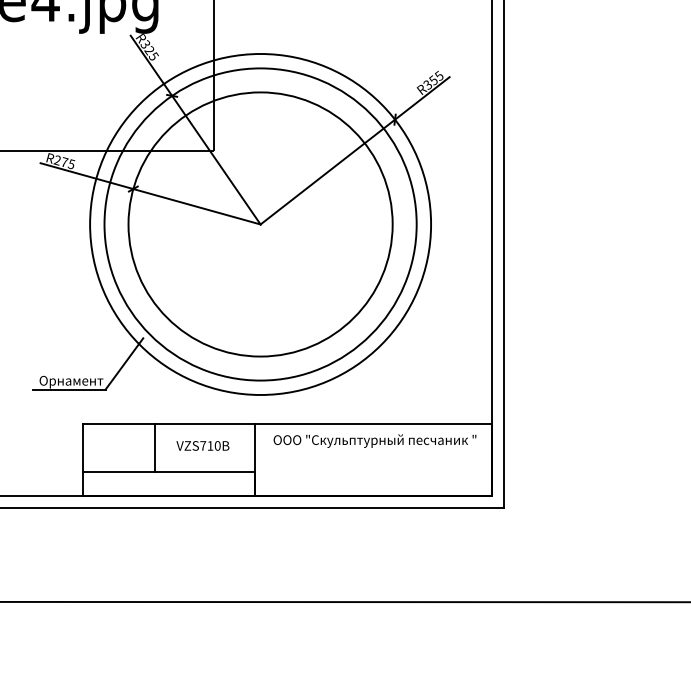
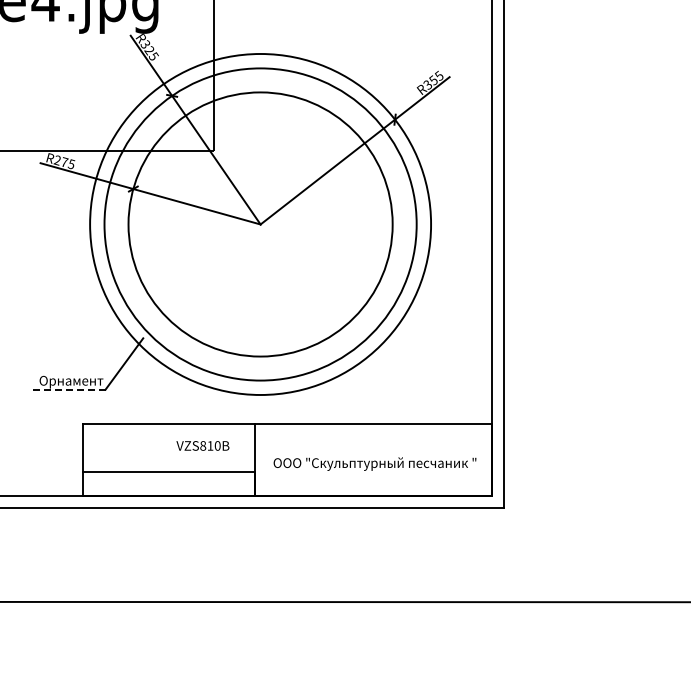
line at (68, 389): solid -> dashed
text at (374, 440) position: (374, 440) -> (374, 463)
text at (203, 445): VZS710B -> VZS810B
line at (155, 447): present -> none
